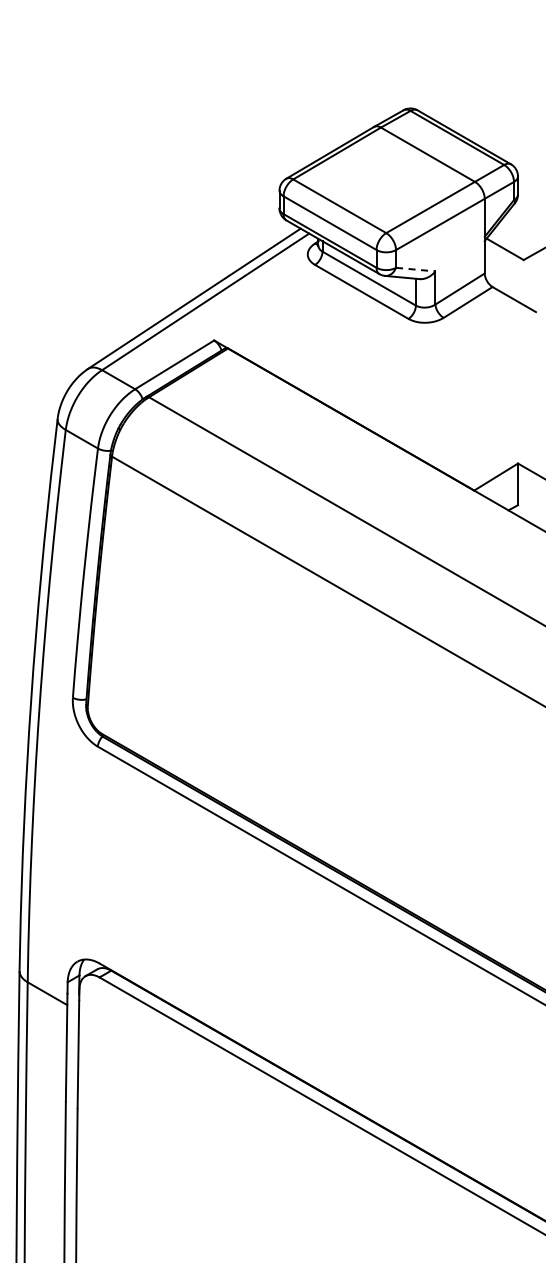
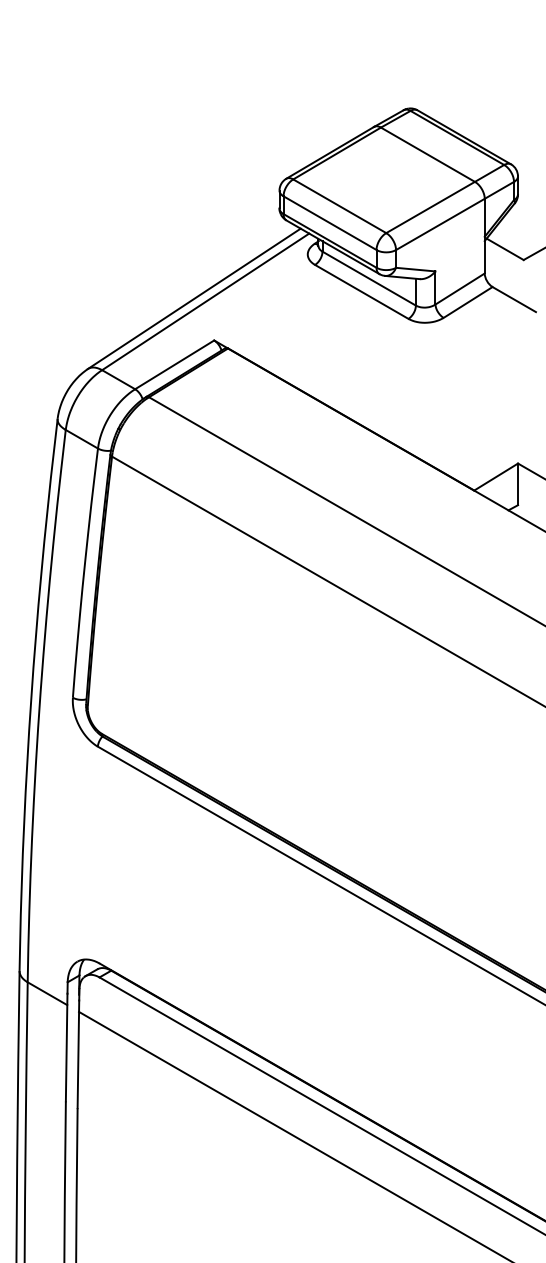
line at (415, 269): dashed -> solid
line at (293, 1135): none -> present
